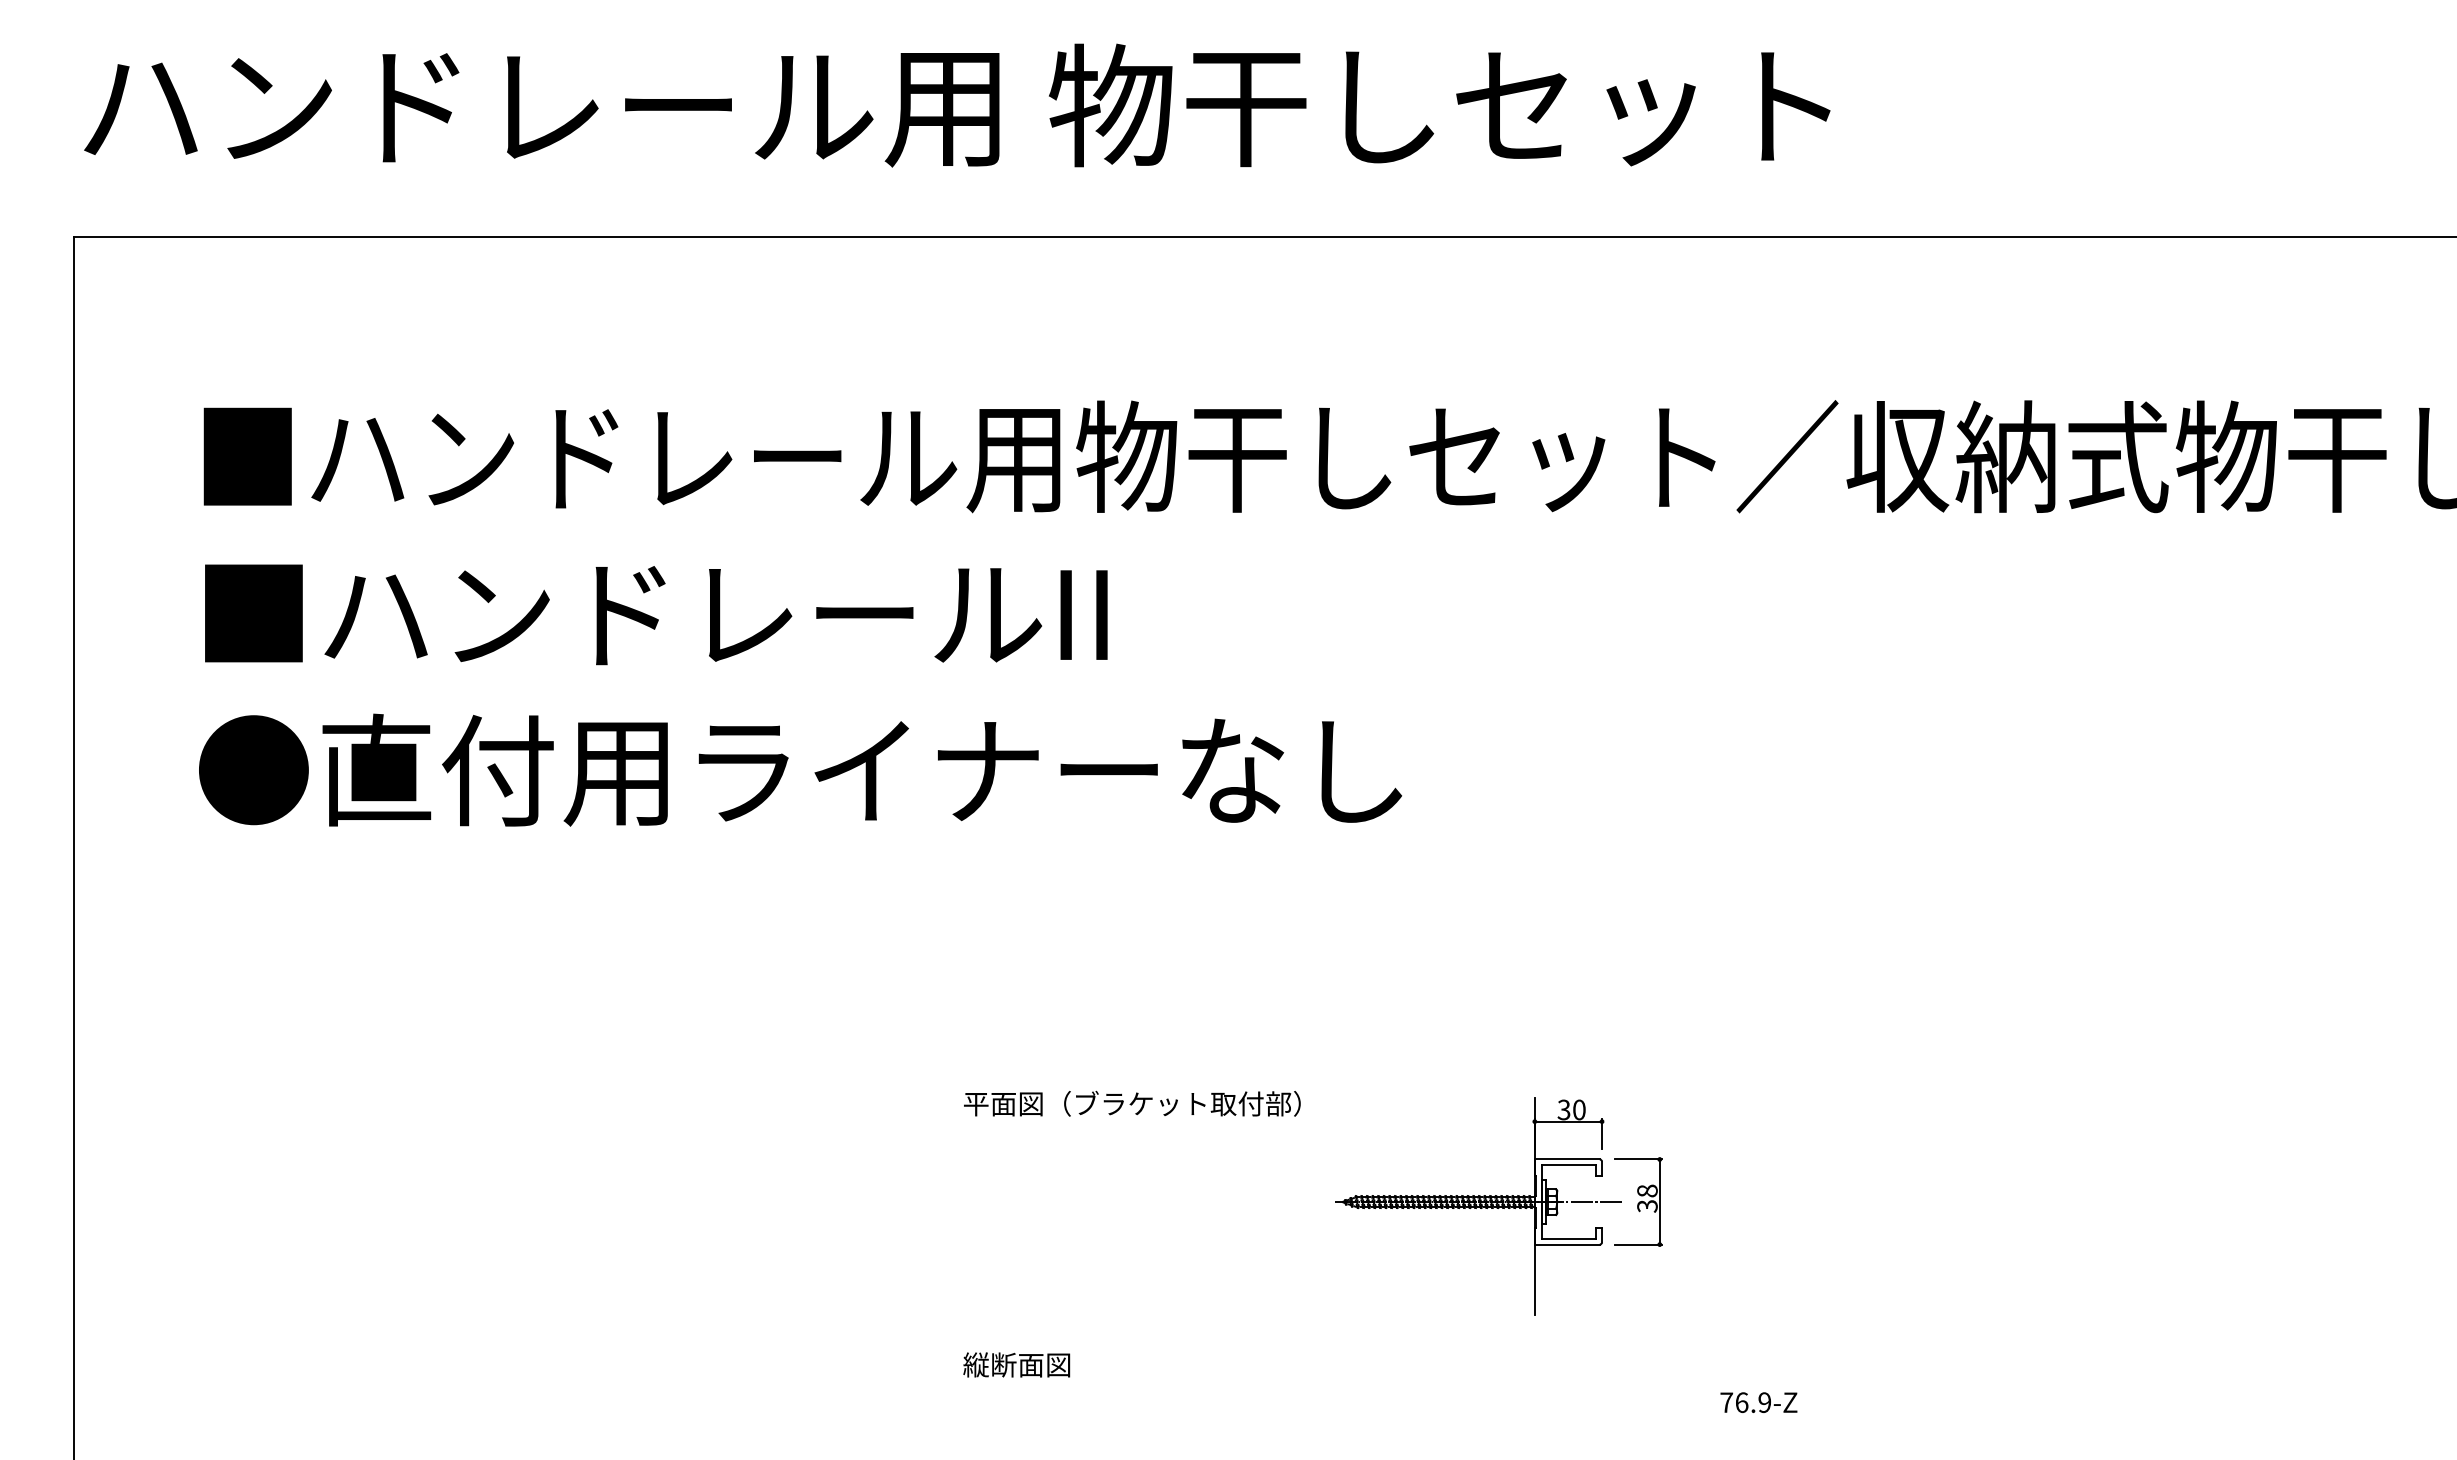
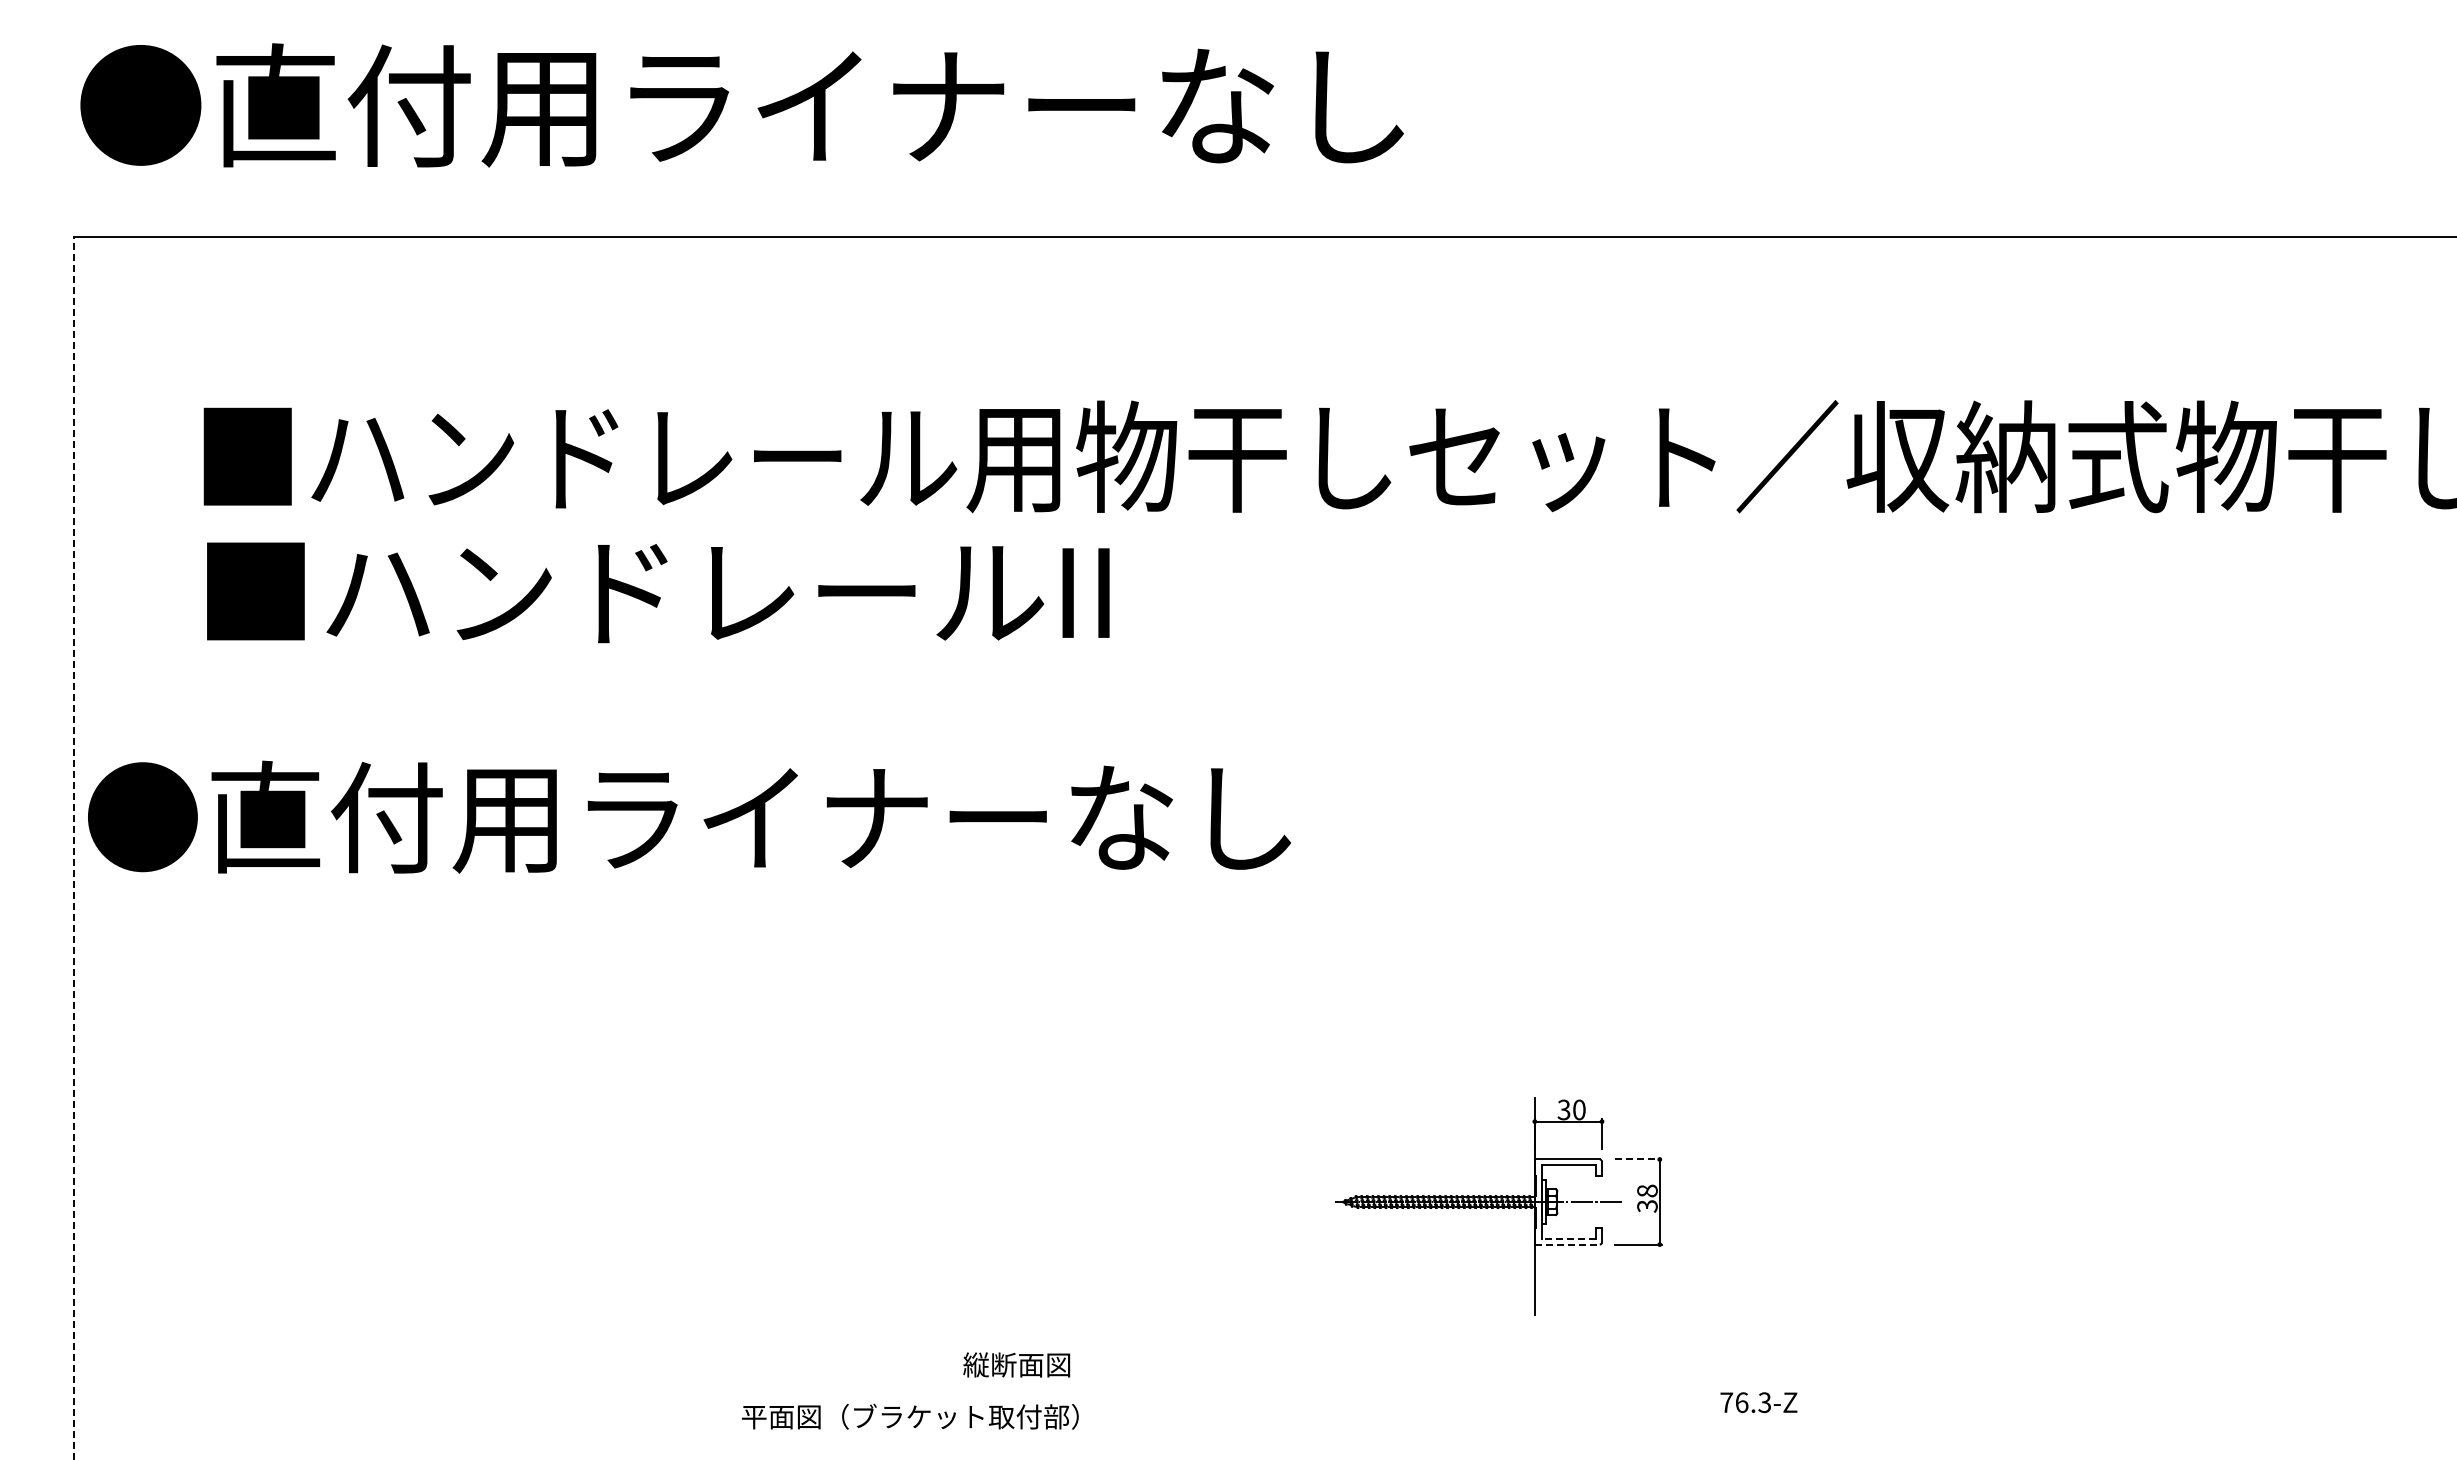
text at (955, 105): ハンドレール用 物干しセット -> ●直付用ライナーなし
text at (656, 614) position: (656, 614) -> (658, 592)
text at (800, 769) position: (800, 769) -> (689, 816)
line at (73, 848): solid -> dashed
text at (1132, 1103) position: (1132, 1103) -> (910, 1416)
line at (1639, 1159): solid -> dashed
line at (1568, 1238): solid -> dashed
line at (1567, 1244): solid -> dashed
text at (1764, 1402): 76.9-Z -> 76.3-Z
